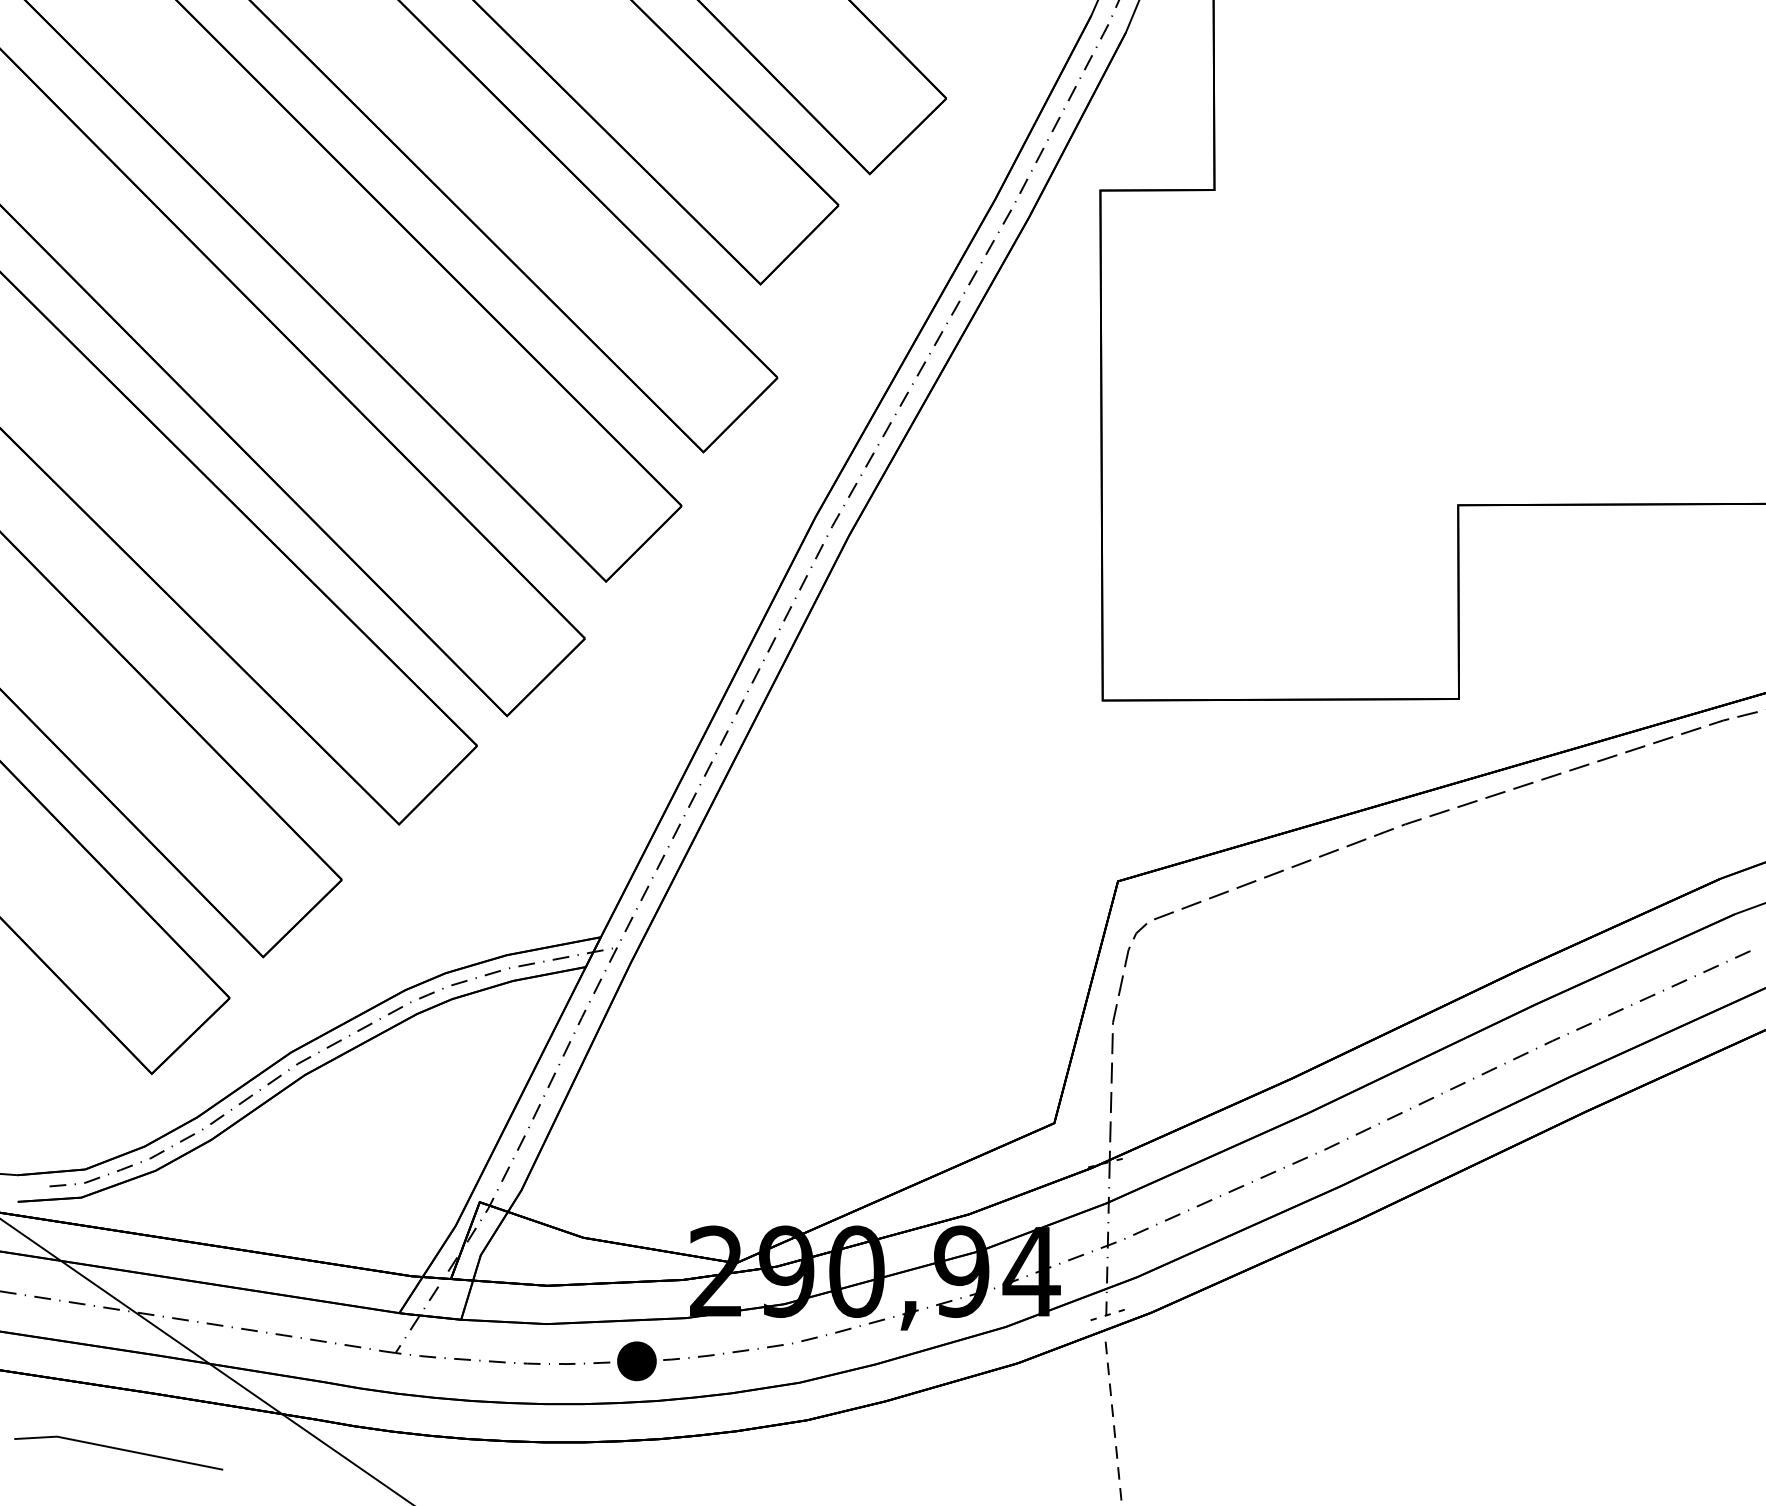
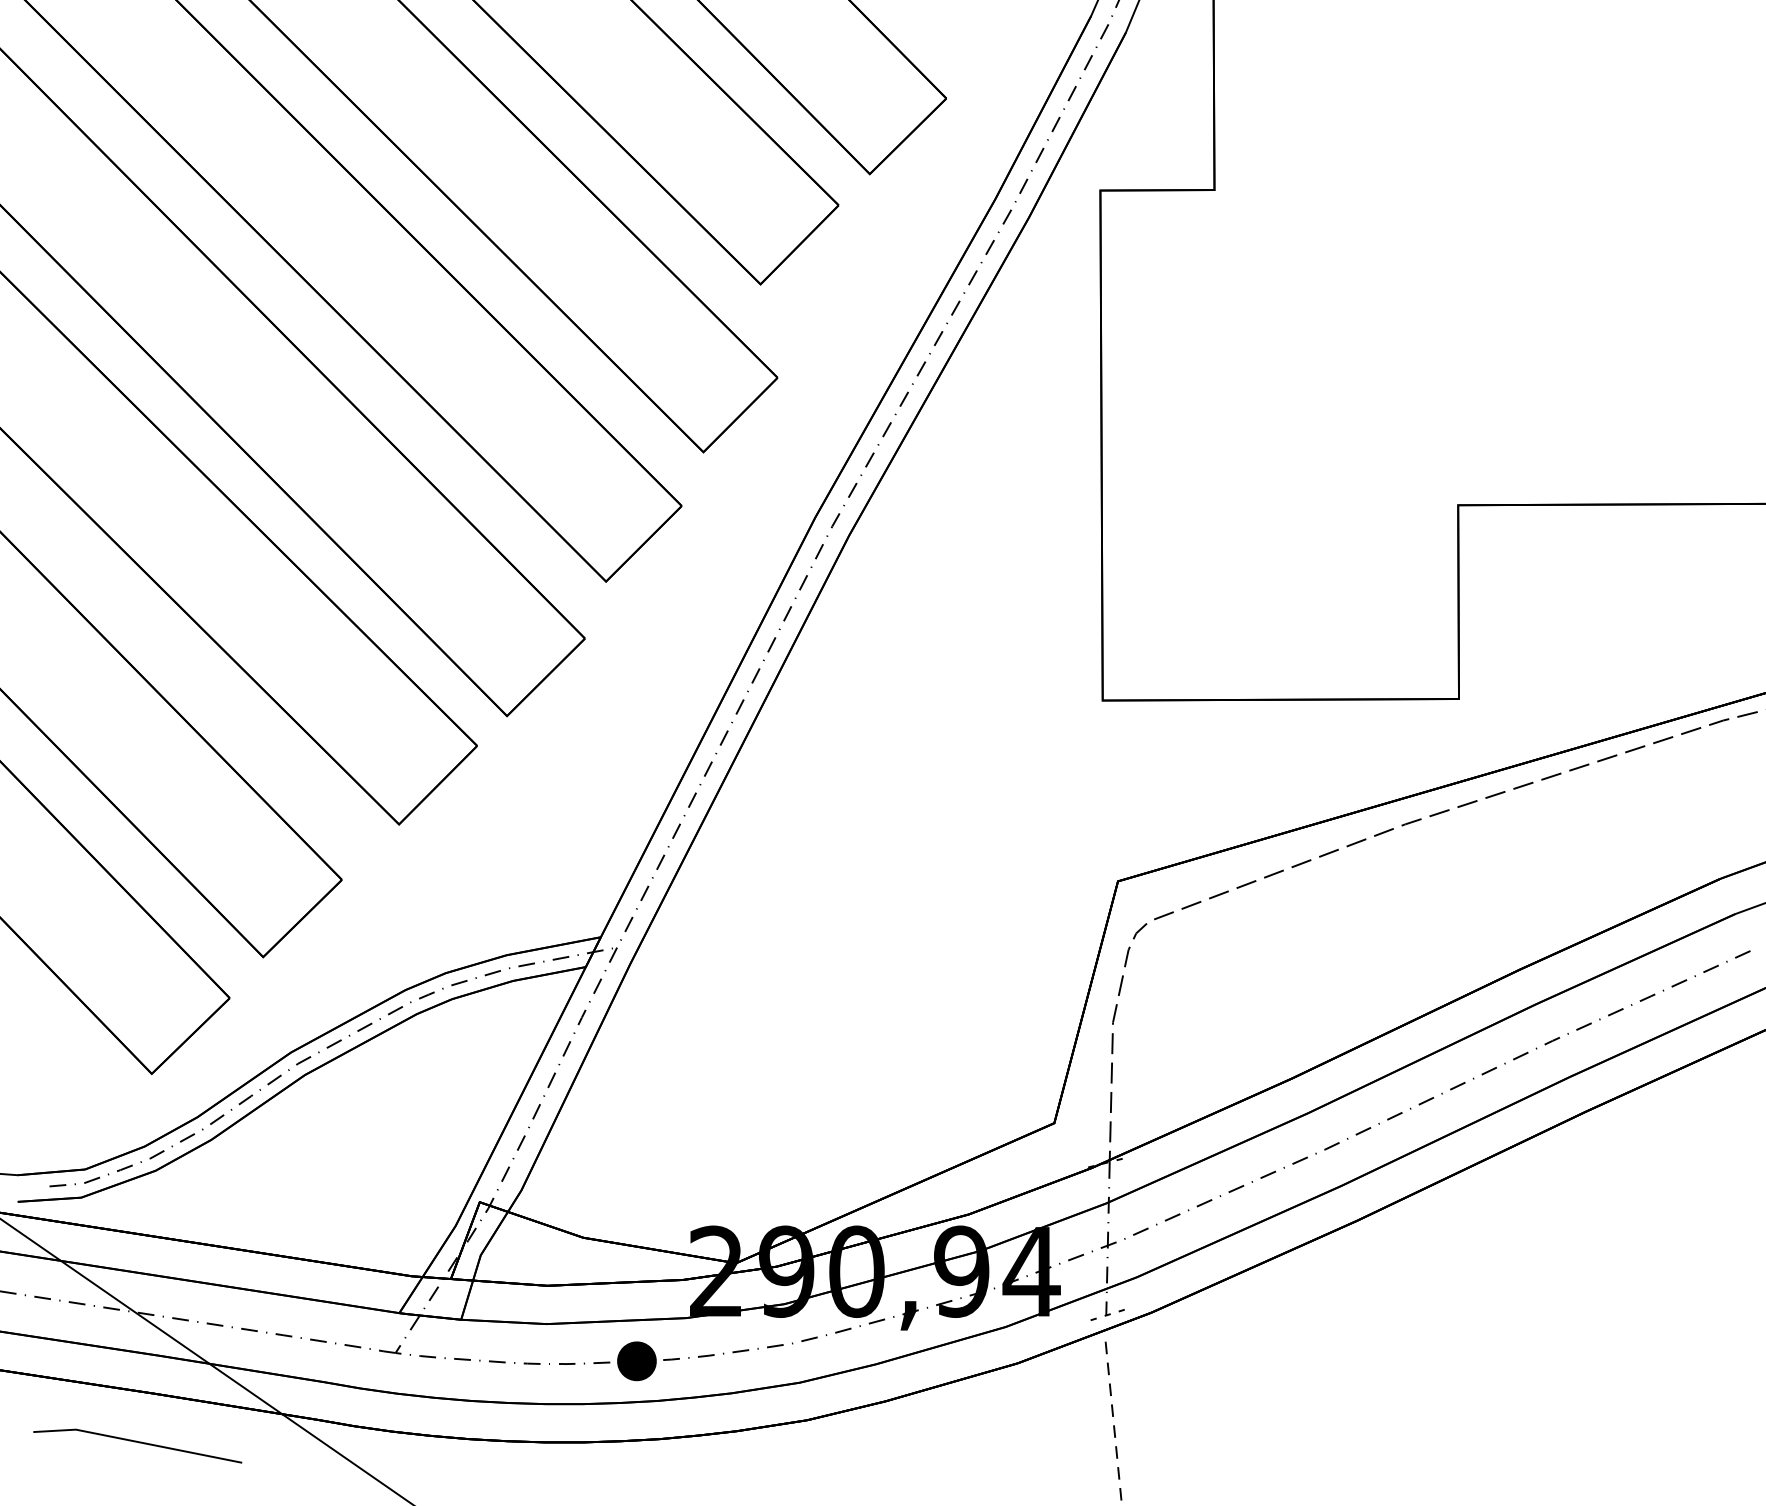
line at (120, 1450) position: (120, 1450) -> (139, 1443)
